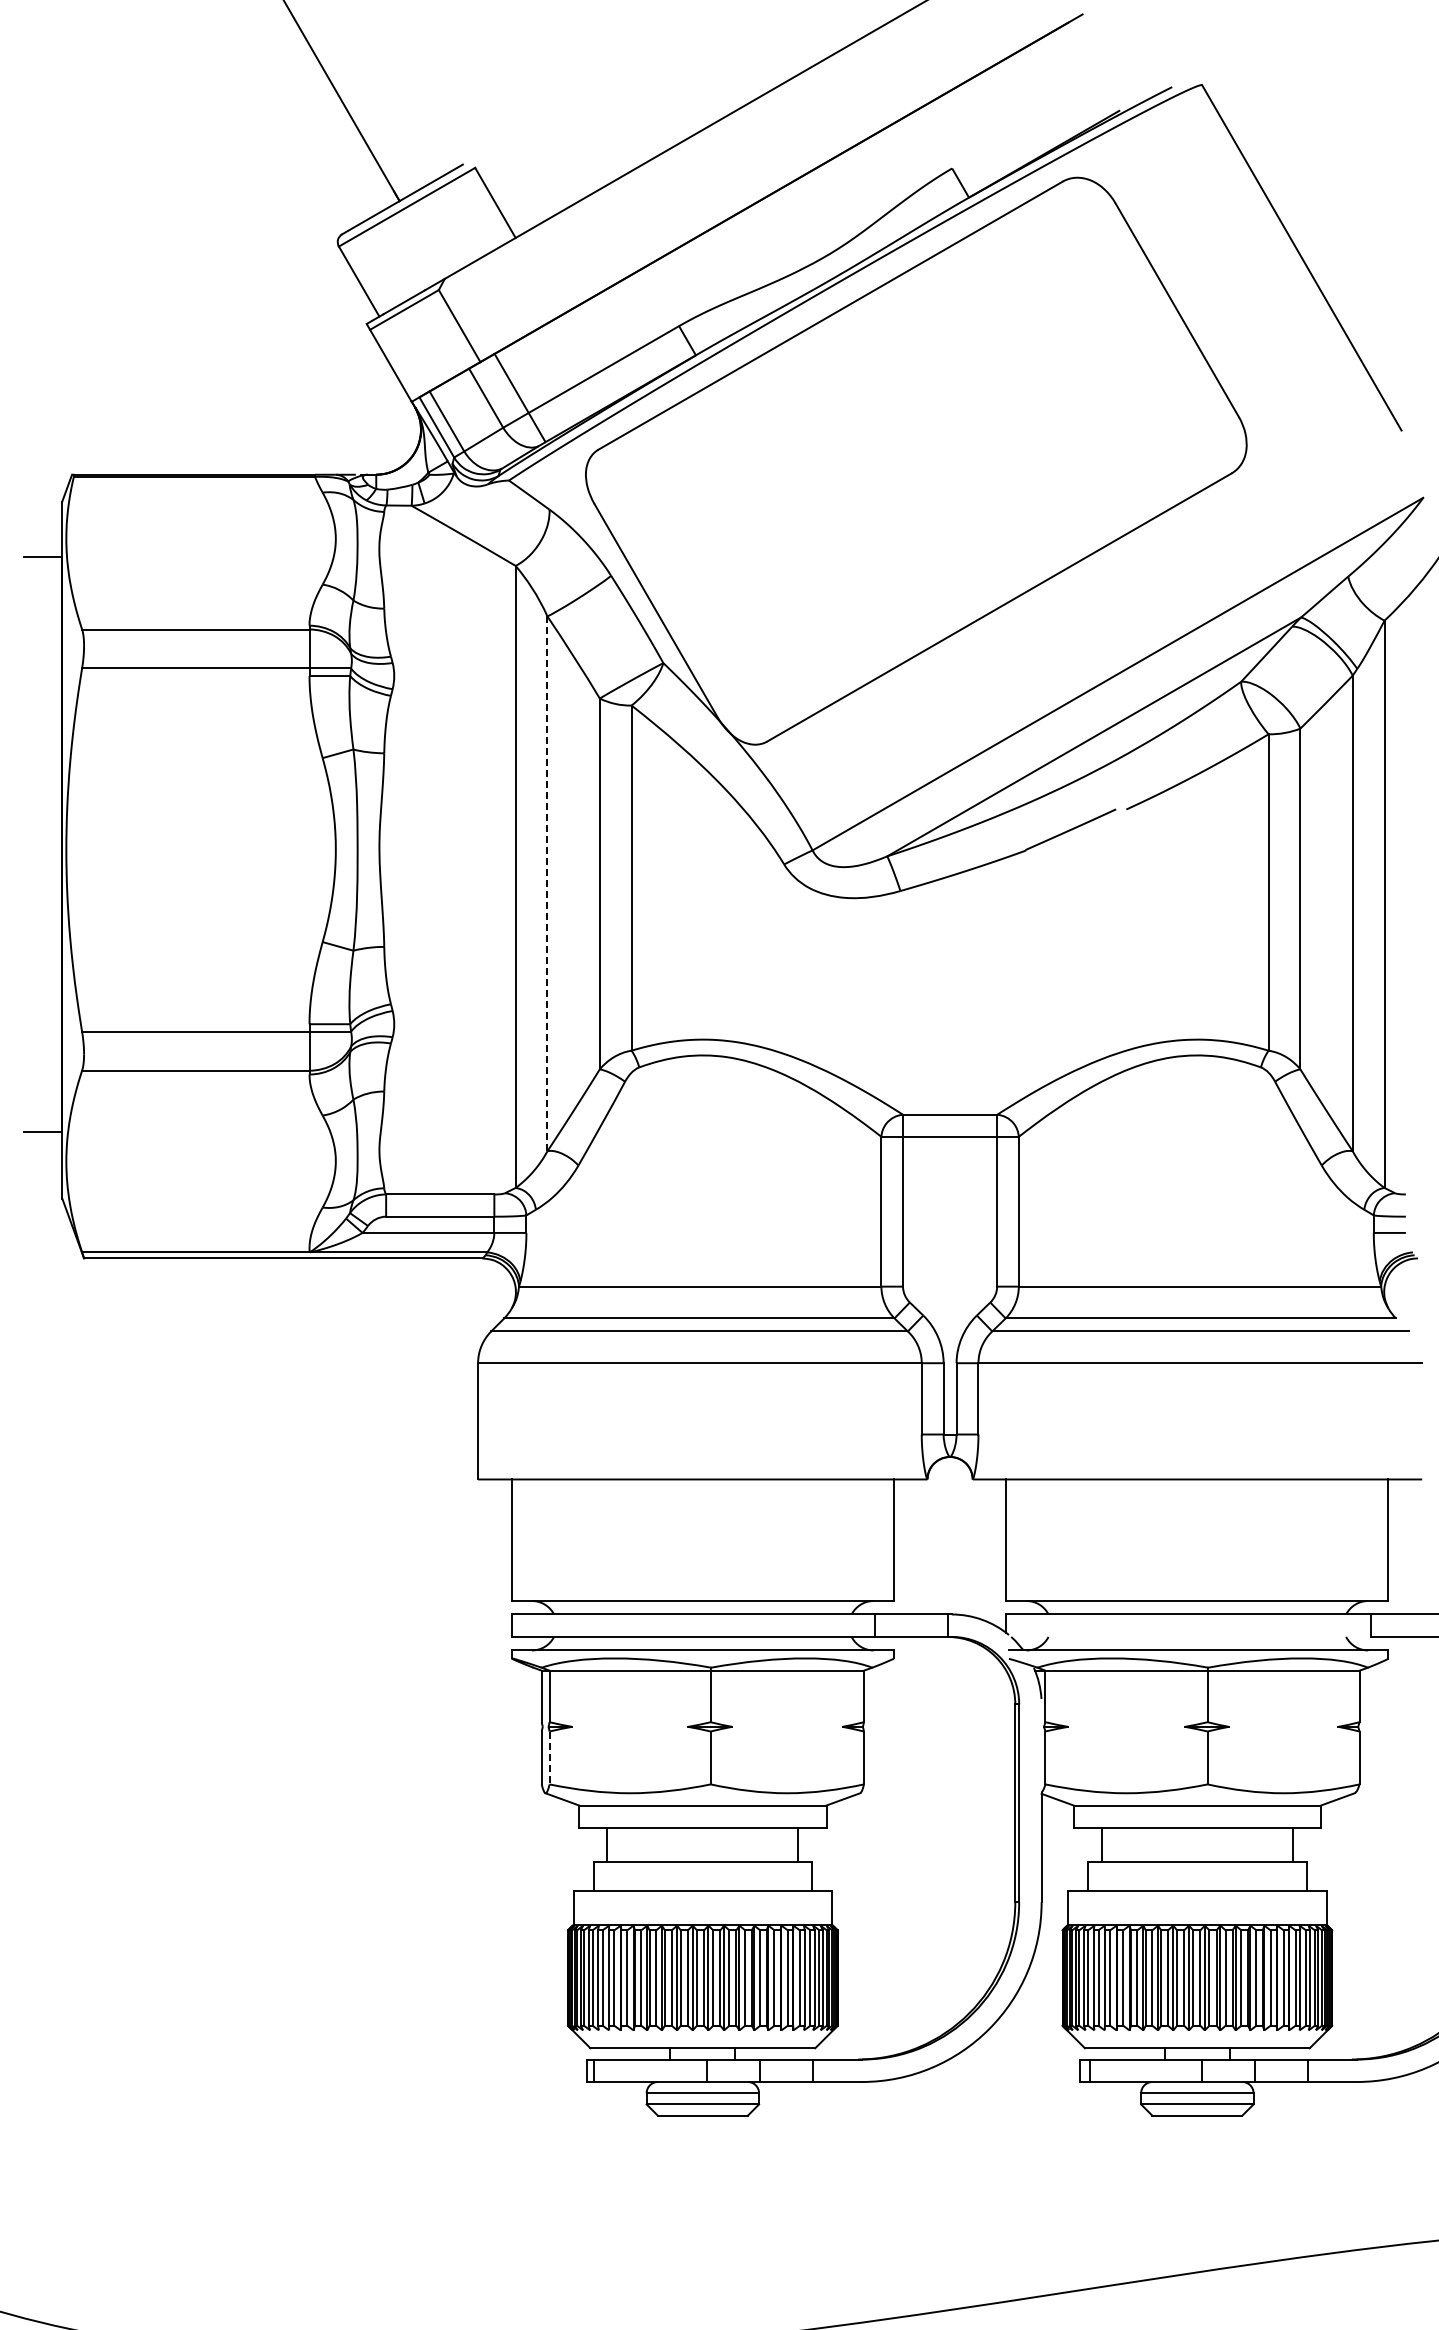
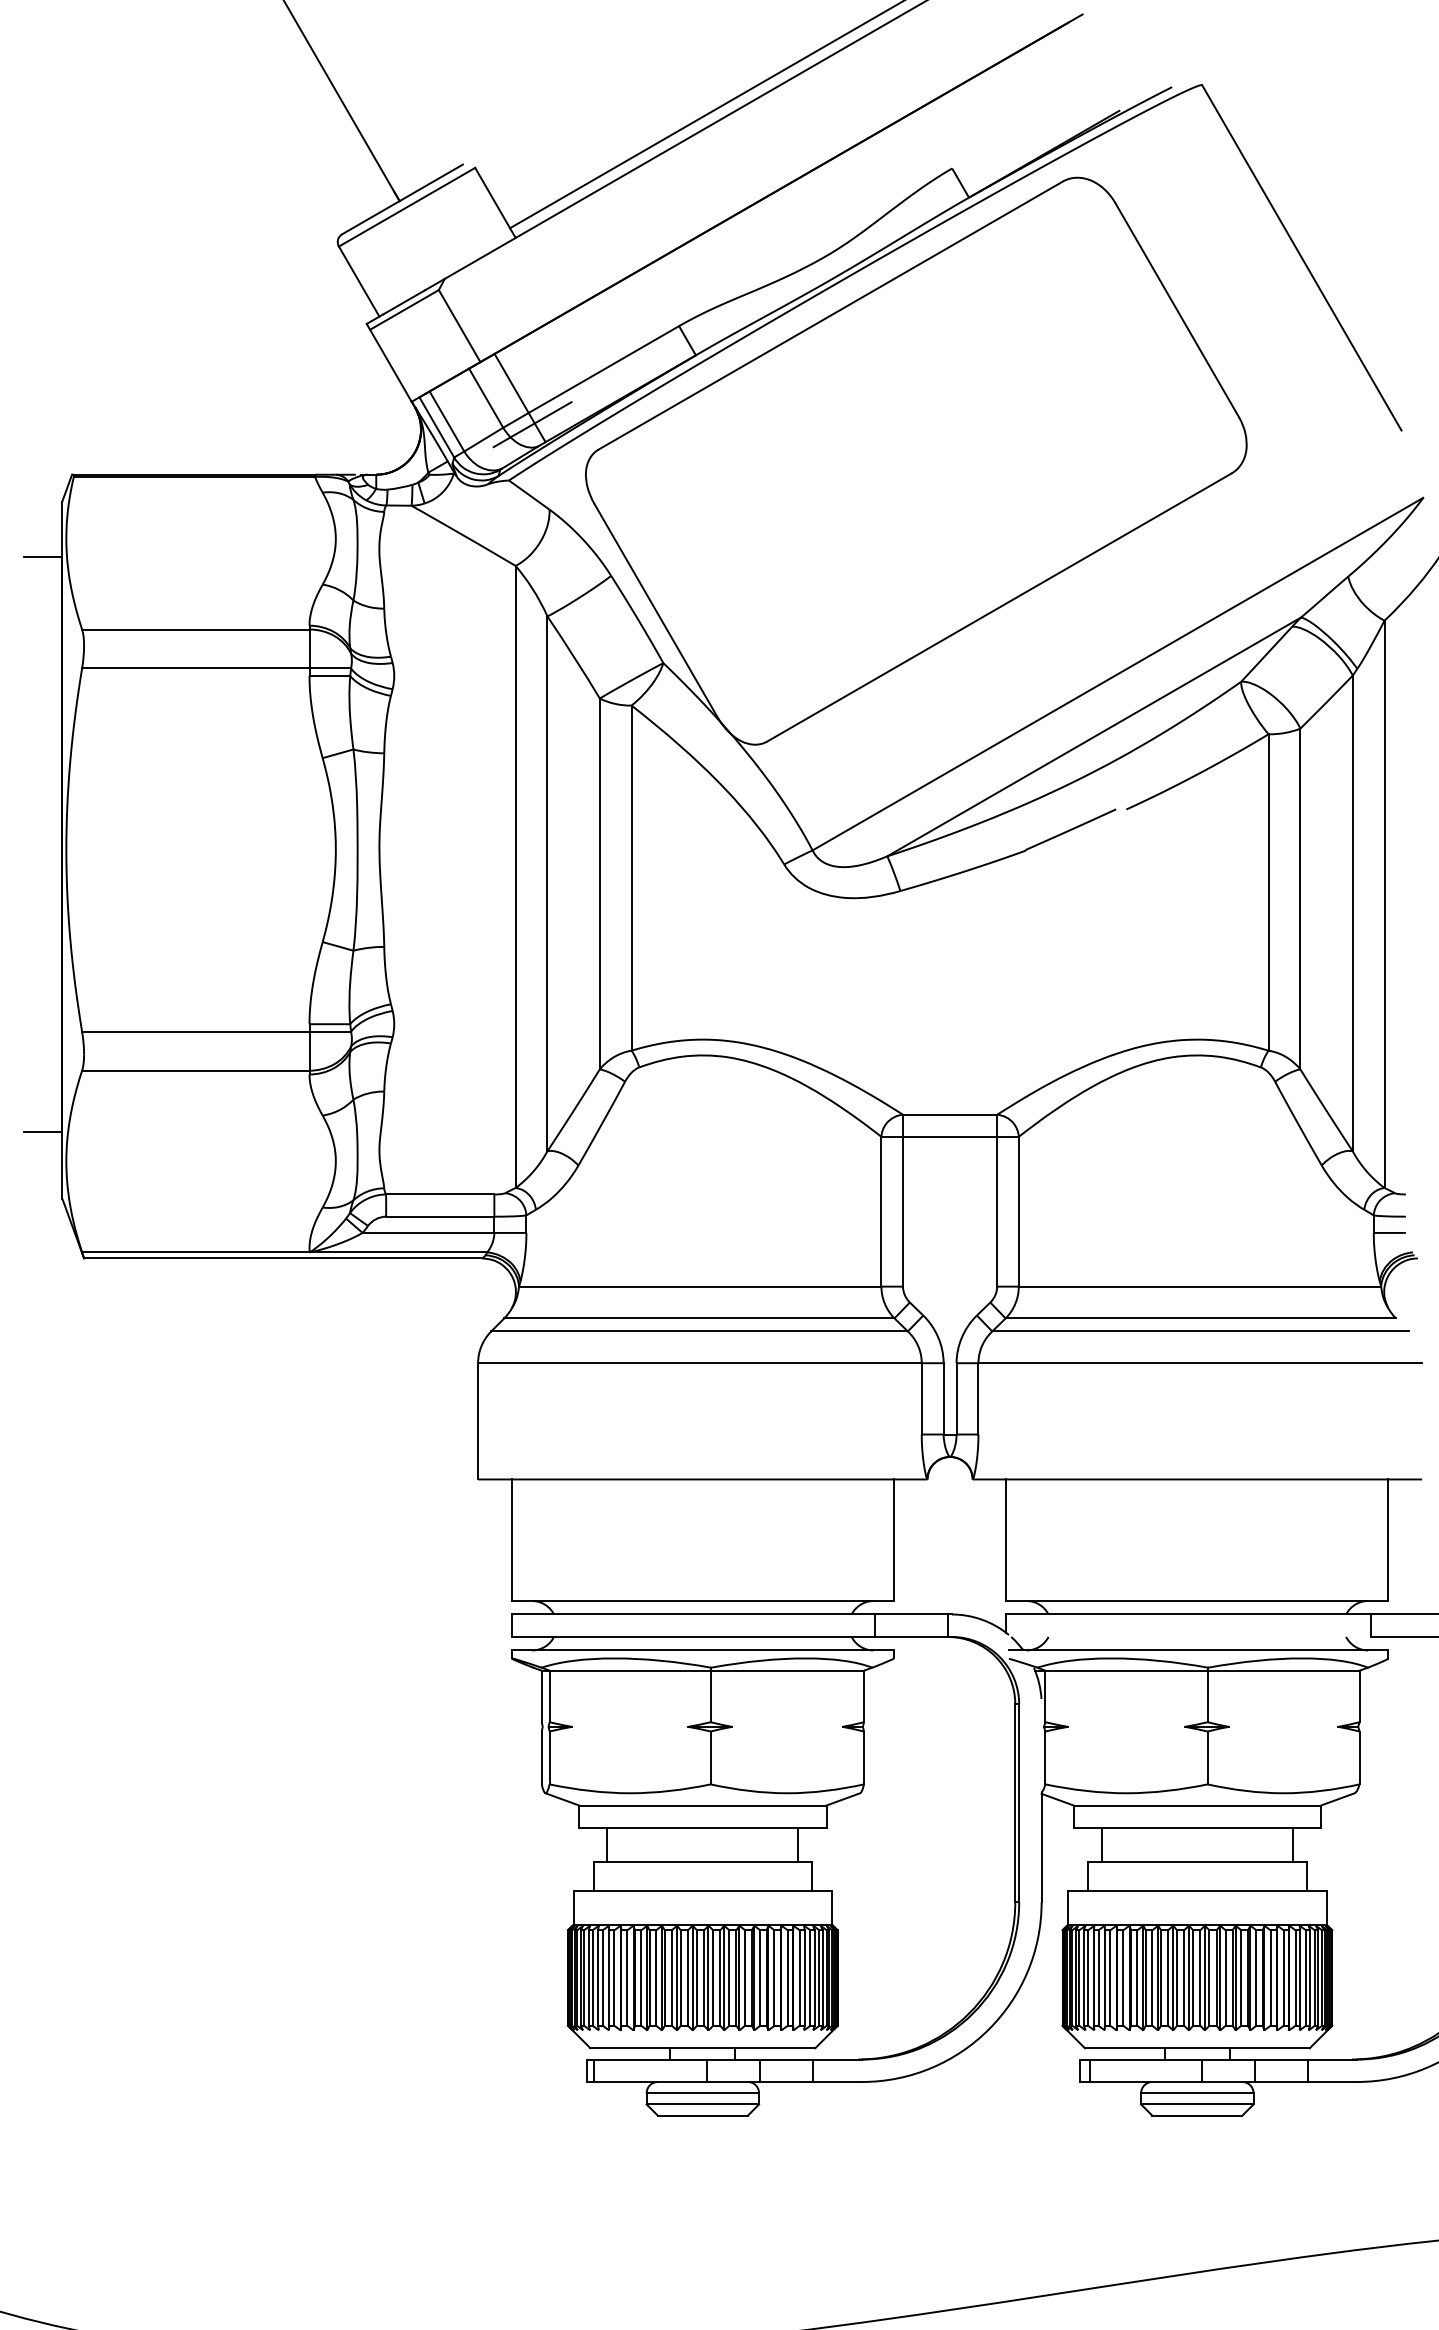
line at (705, 115): none -> present
line at (532, 424): none -> present
line at (547, 884): dashed -> solid
line at (549, 1758): dashed -> solid
